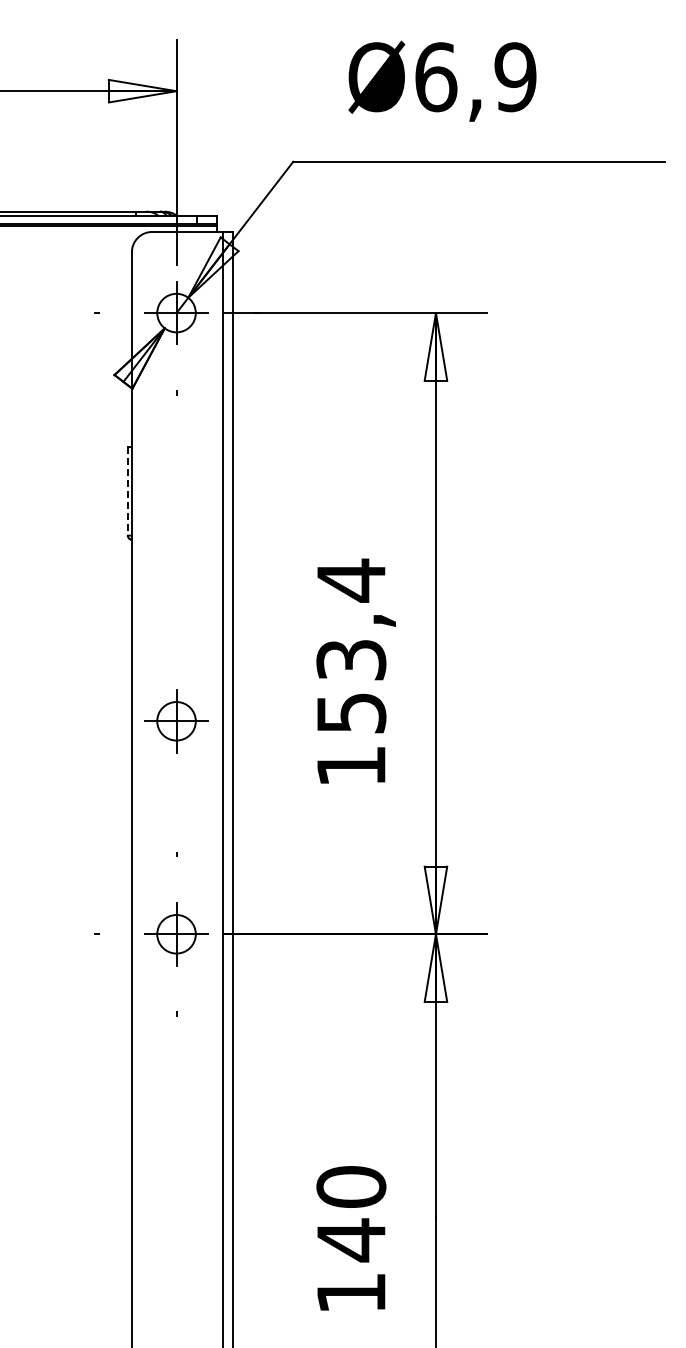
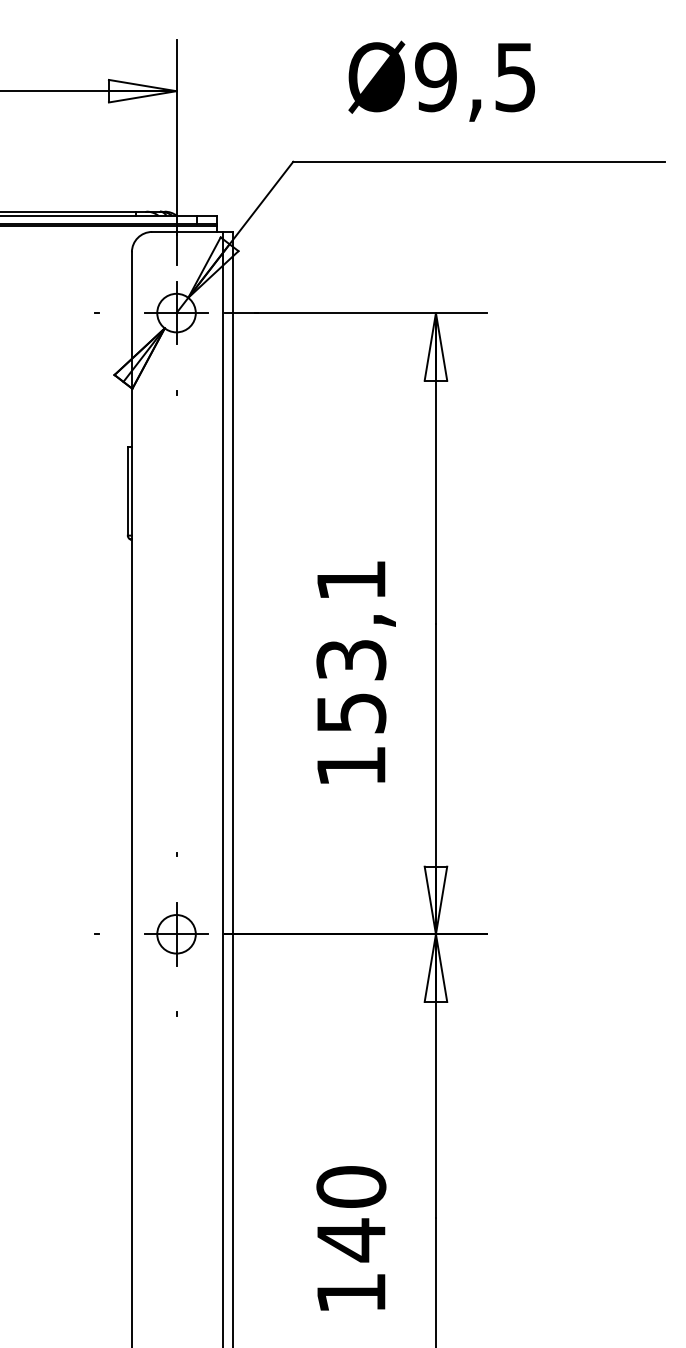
text at (475, 77): Ø6,9 -> Ø9,5
line at (127, 491): dashed -> solid
text at (351, 580): 153,4 -> 153,1
part at (176, 721): present -> none
